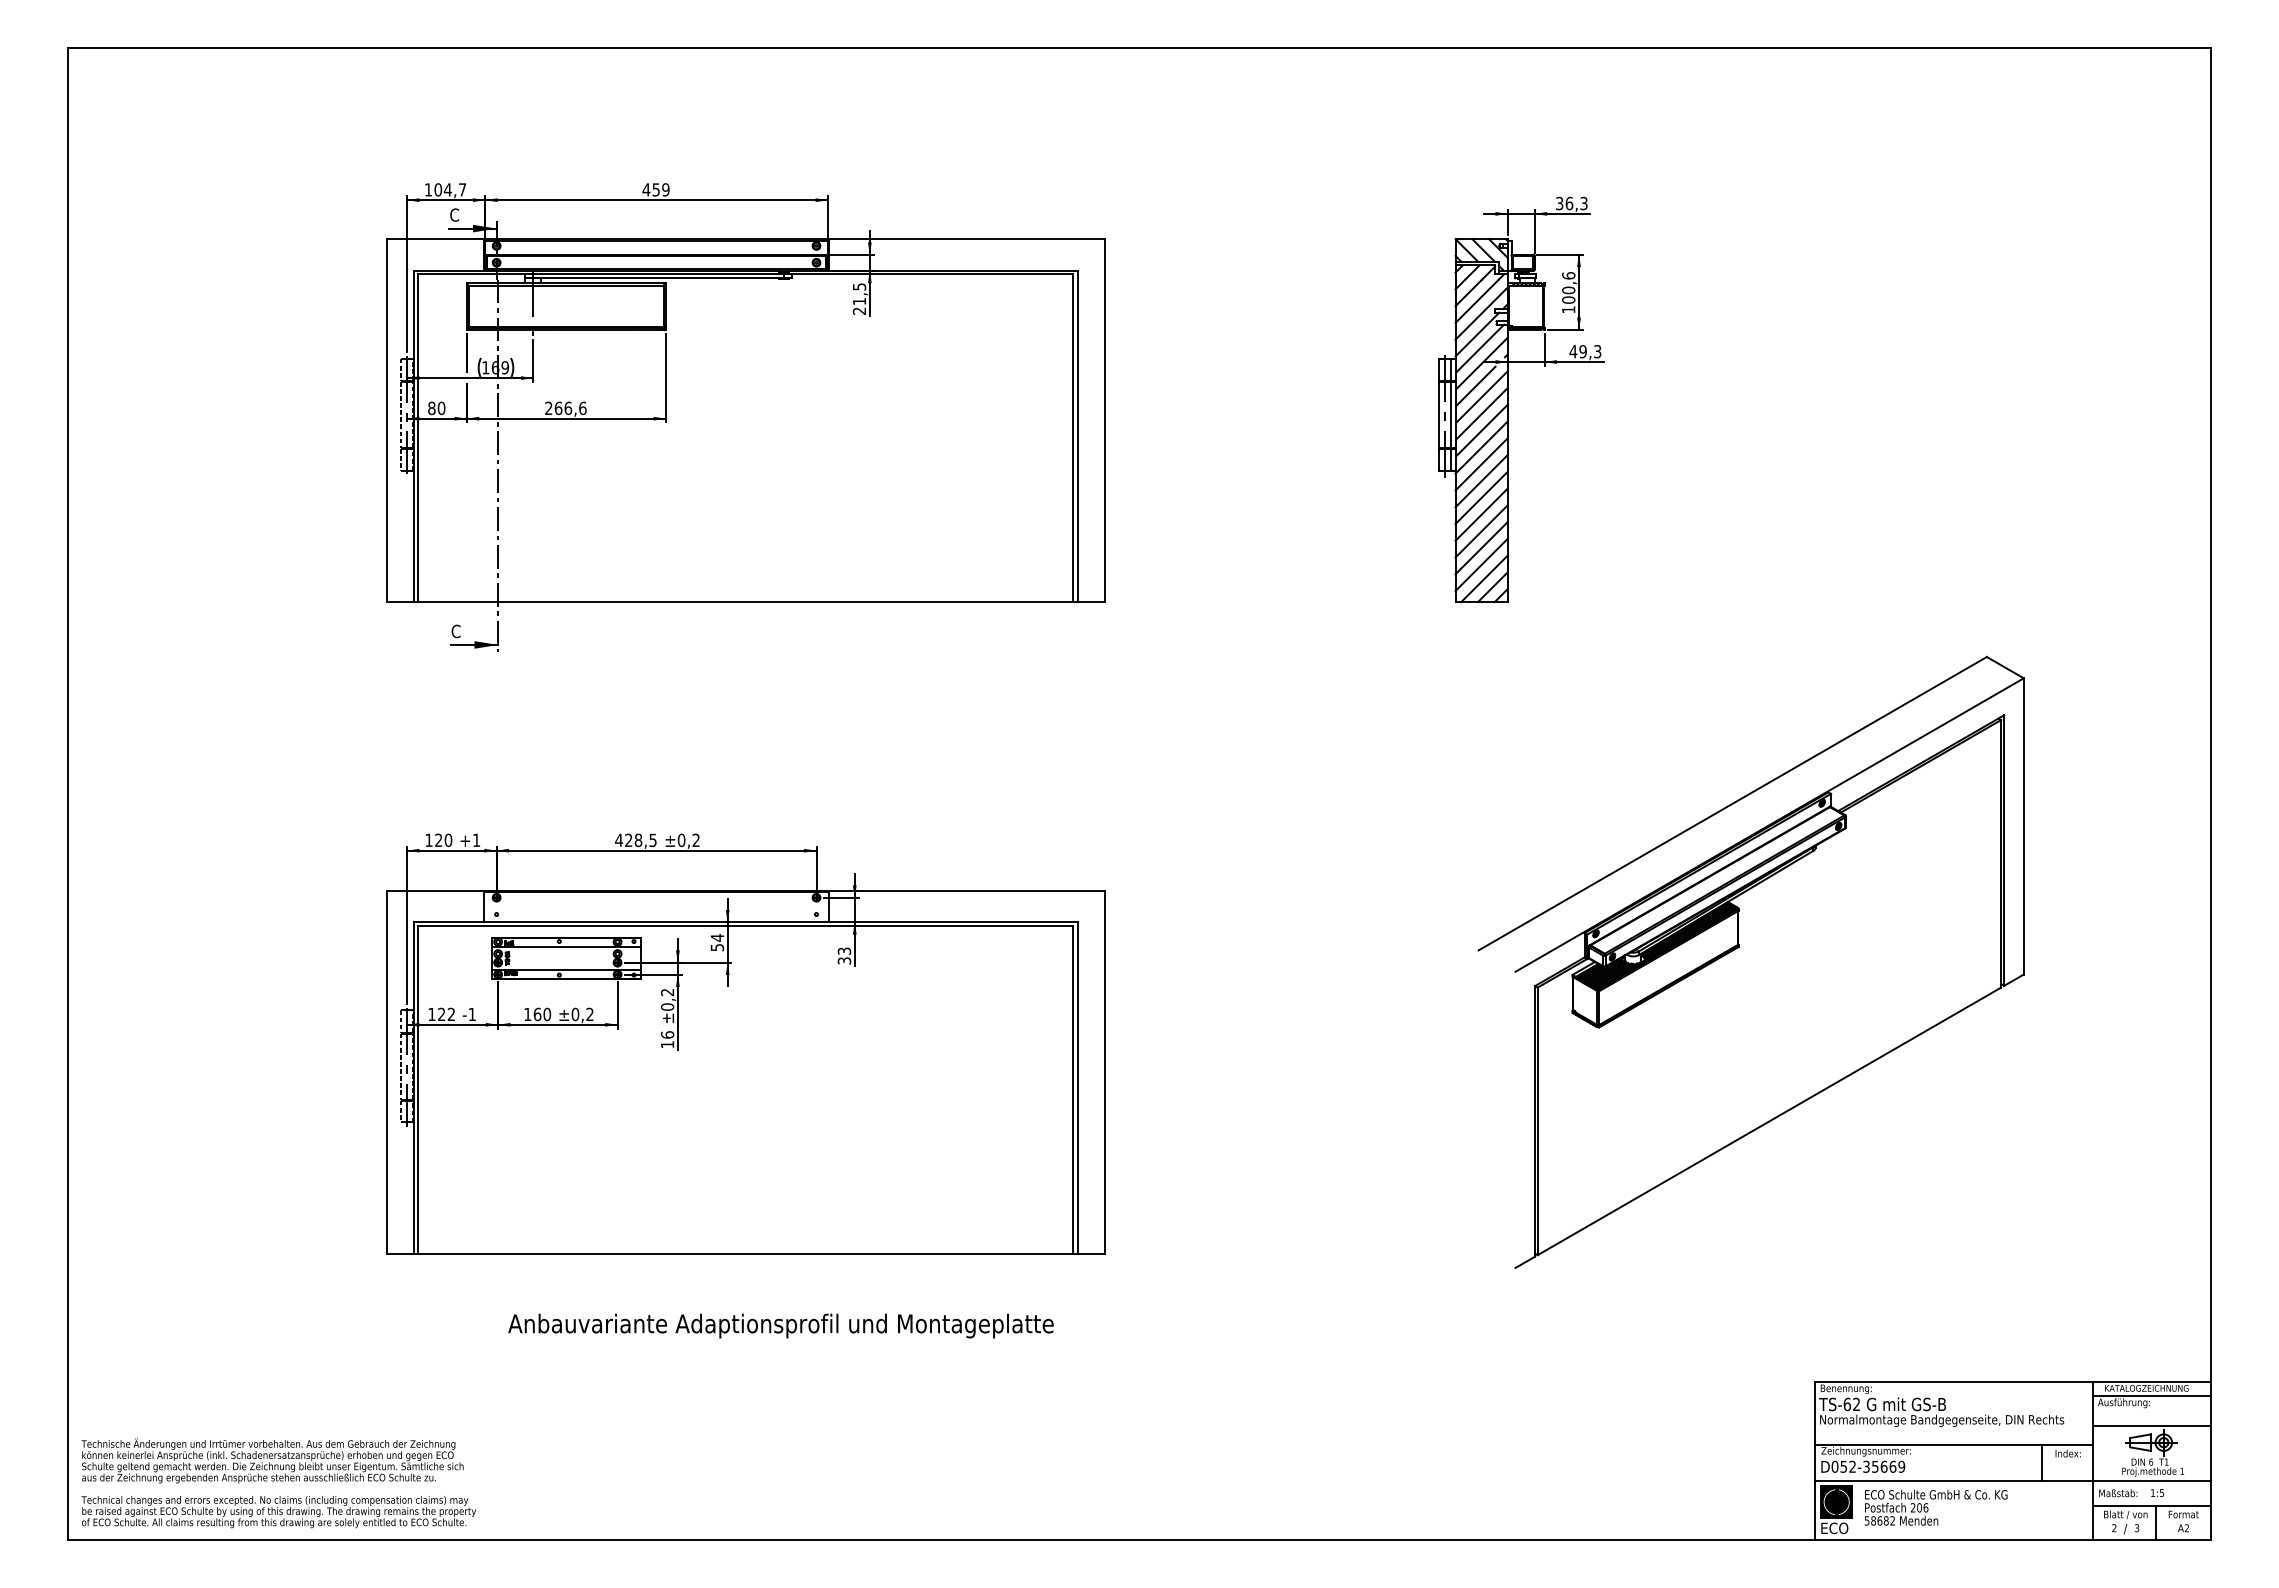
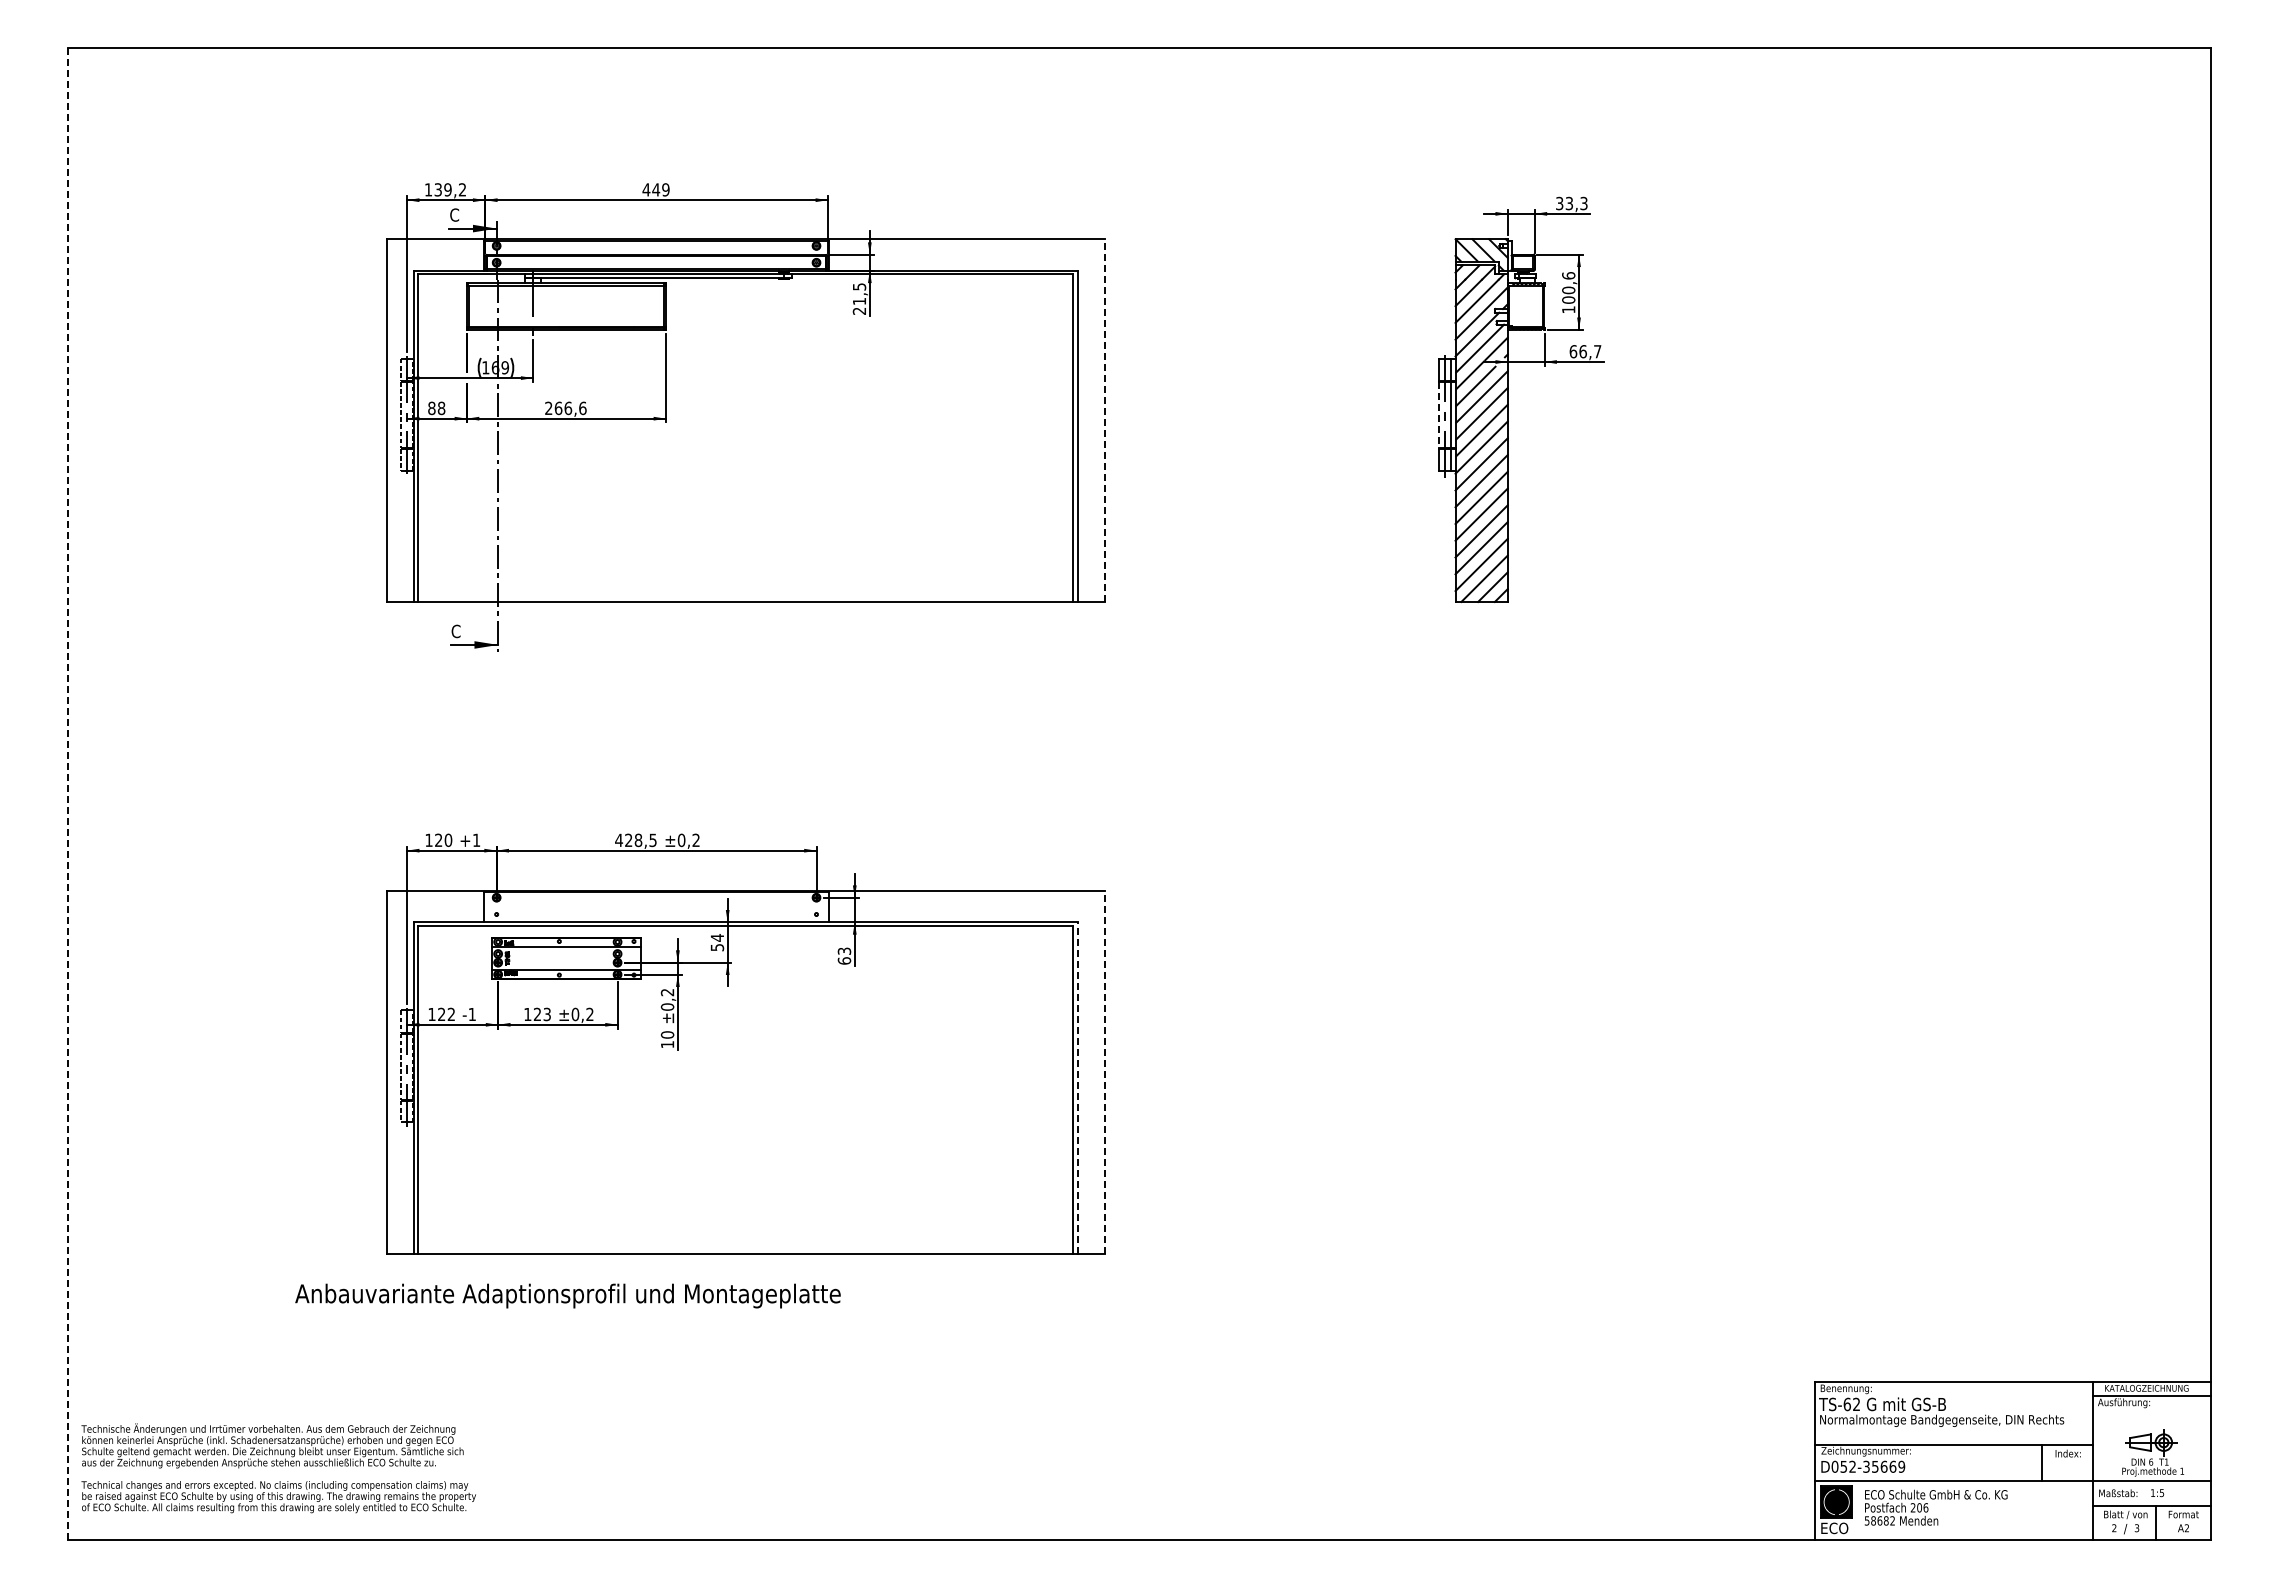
text at (450, 189): 104,7 -> 139,2
text at (656, 189): 459 -> 449
text at (1569, 203): 36,3 -> 33,3
text at (1585, 351): 49,3 -> 66,7
text at (441, 408): 80 -> 88
line at (1439, 415): solid -> dashed
line at (1105, 420): solid -> dashed
line at (68, 794): solid -> dashed
text at (844, 960): 33 -> 63
part at (1750, 961): present -> none
text at (542, 1014): 160 -> 123
text at (666, 1034): 16 -> 10
line at (1105, 1071): solid -> dashed
line at (1077, 1088): solid -> dashed
text at (780, 1325) position: (780, 1325) -> (567, 1295)
line at (2151, 1426): present -> none
text at (278, 1483) position: (278, 1483) -> (278, 1468)
